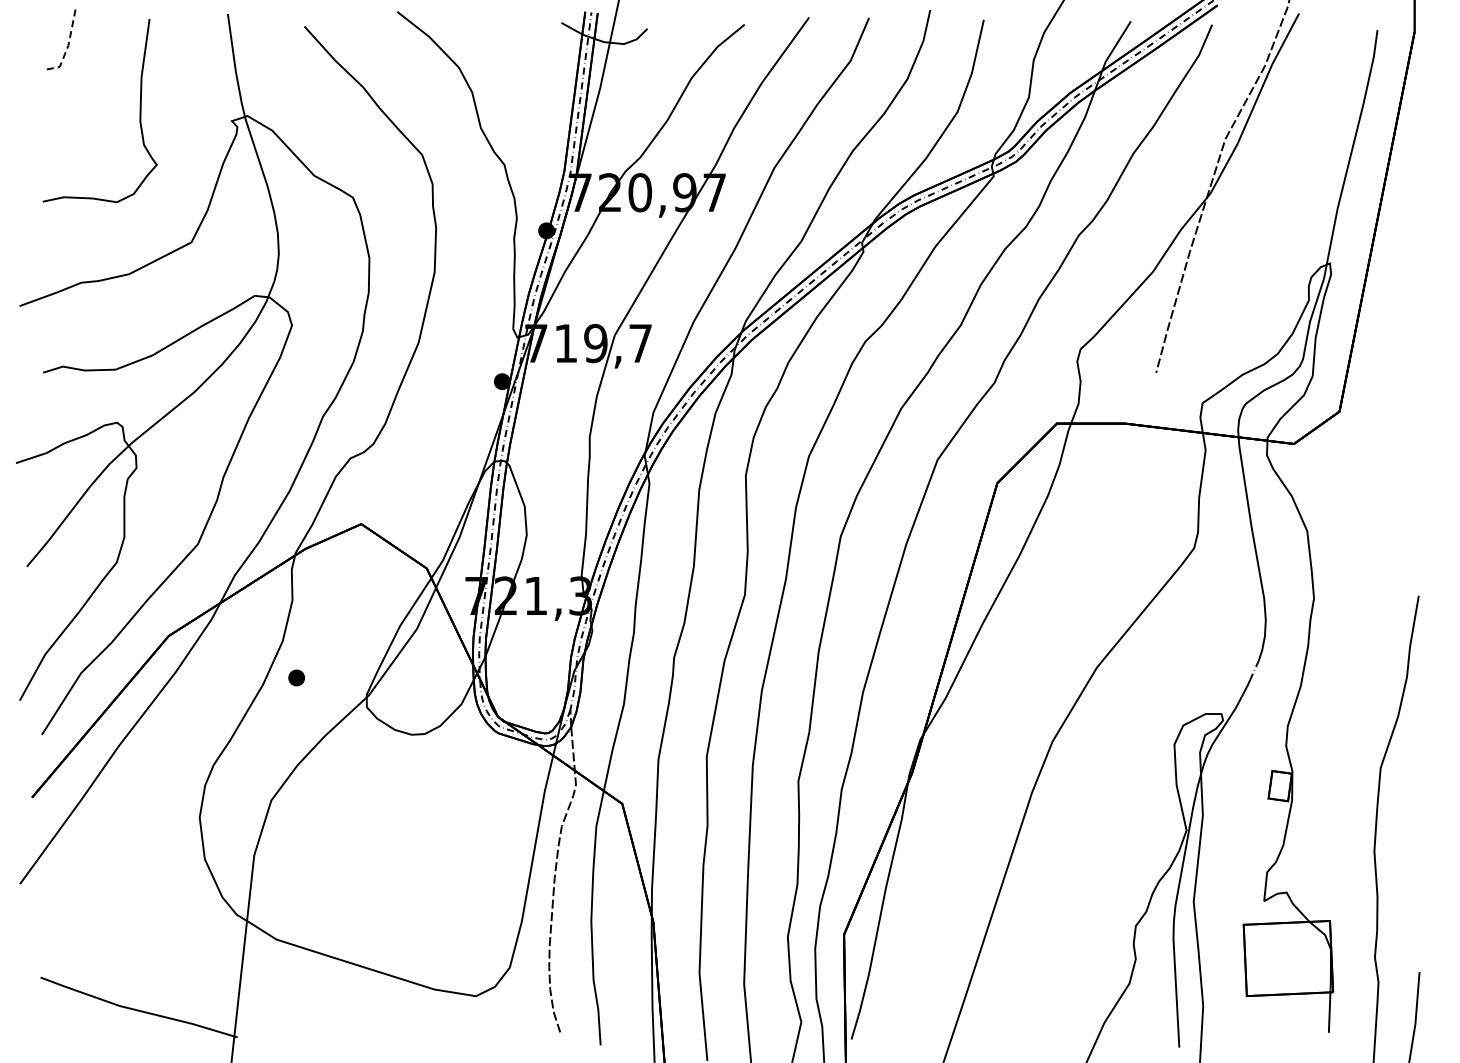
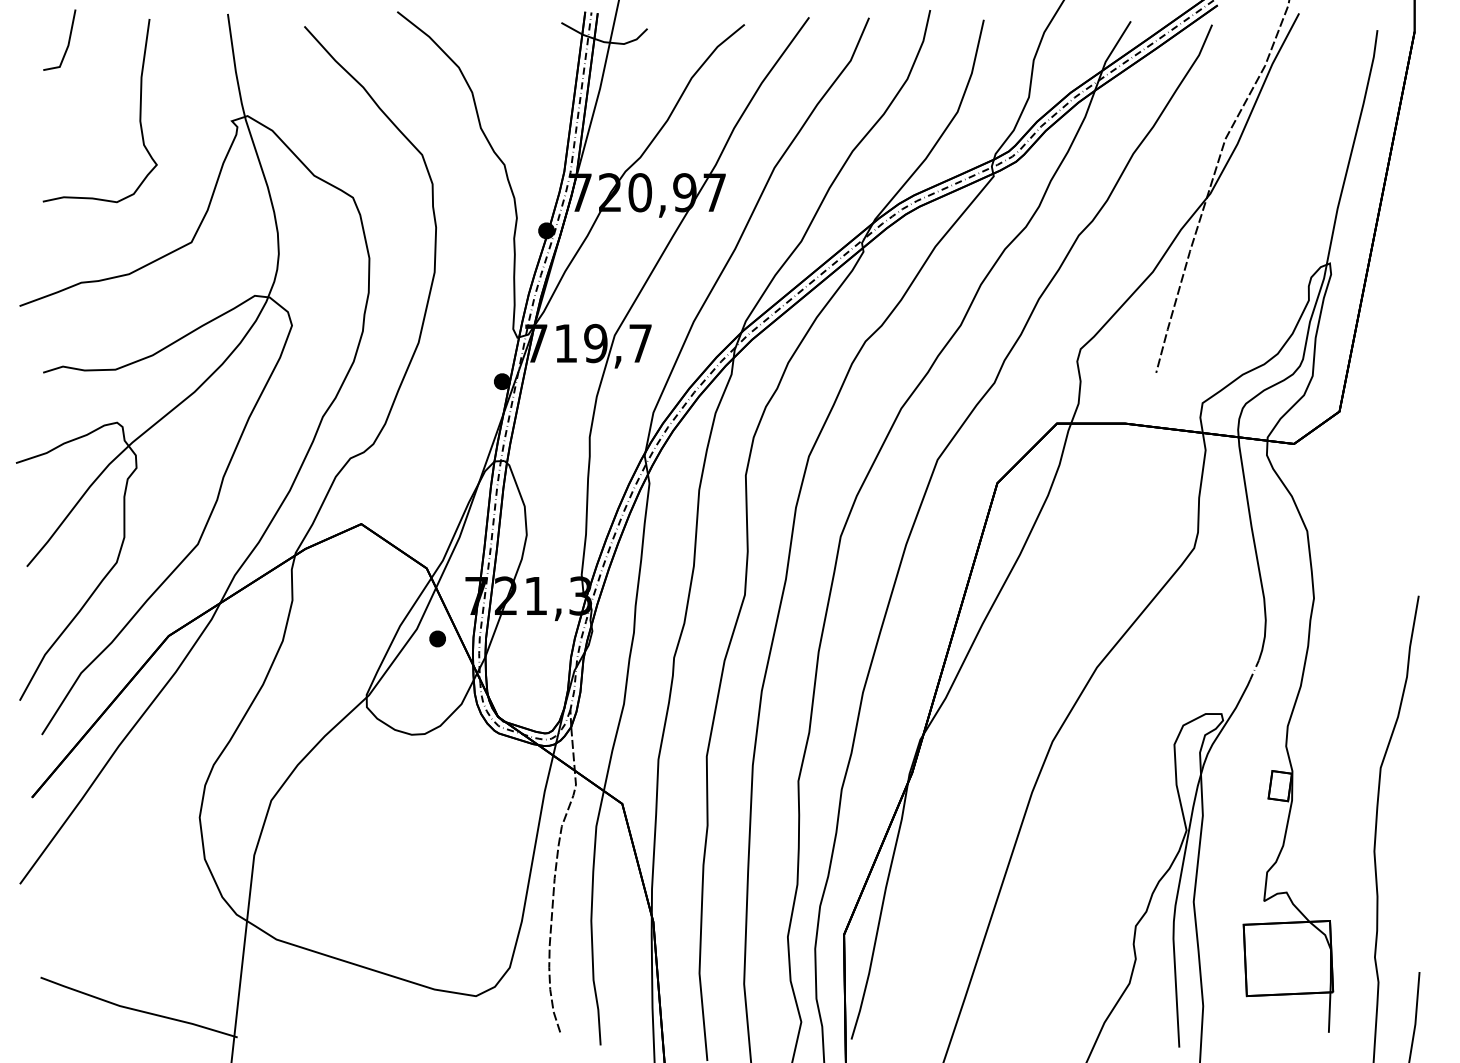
line at (67, 47): dashed -> solid
part at (296, 677) position: (296, 677) -> (437, 638)
